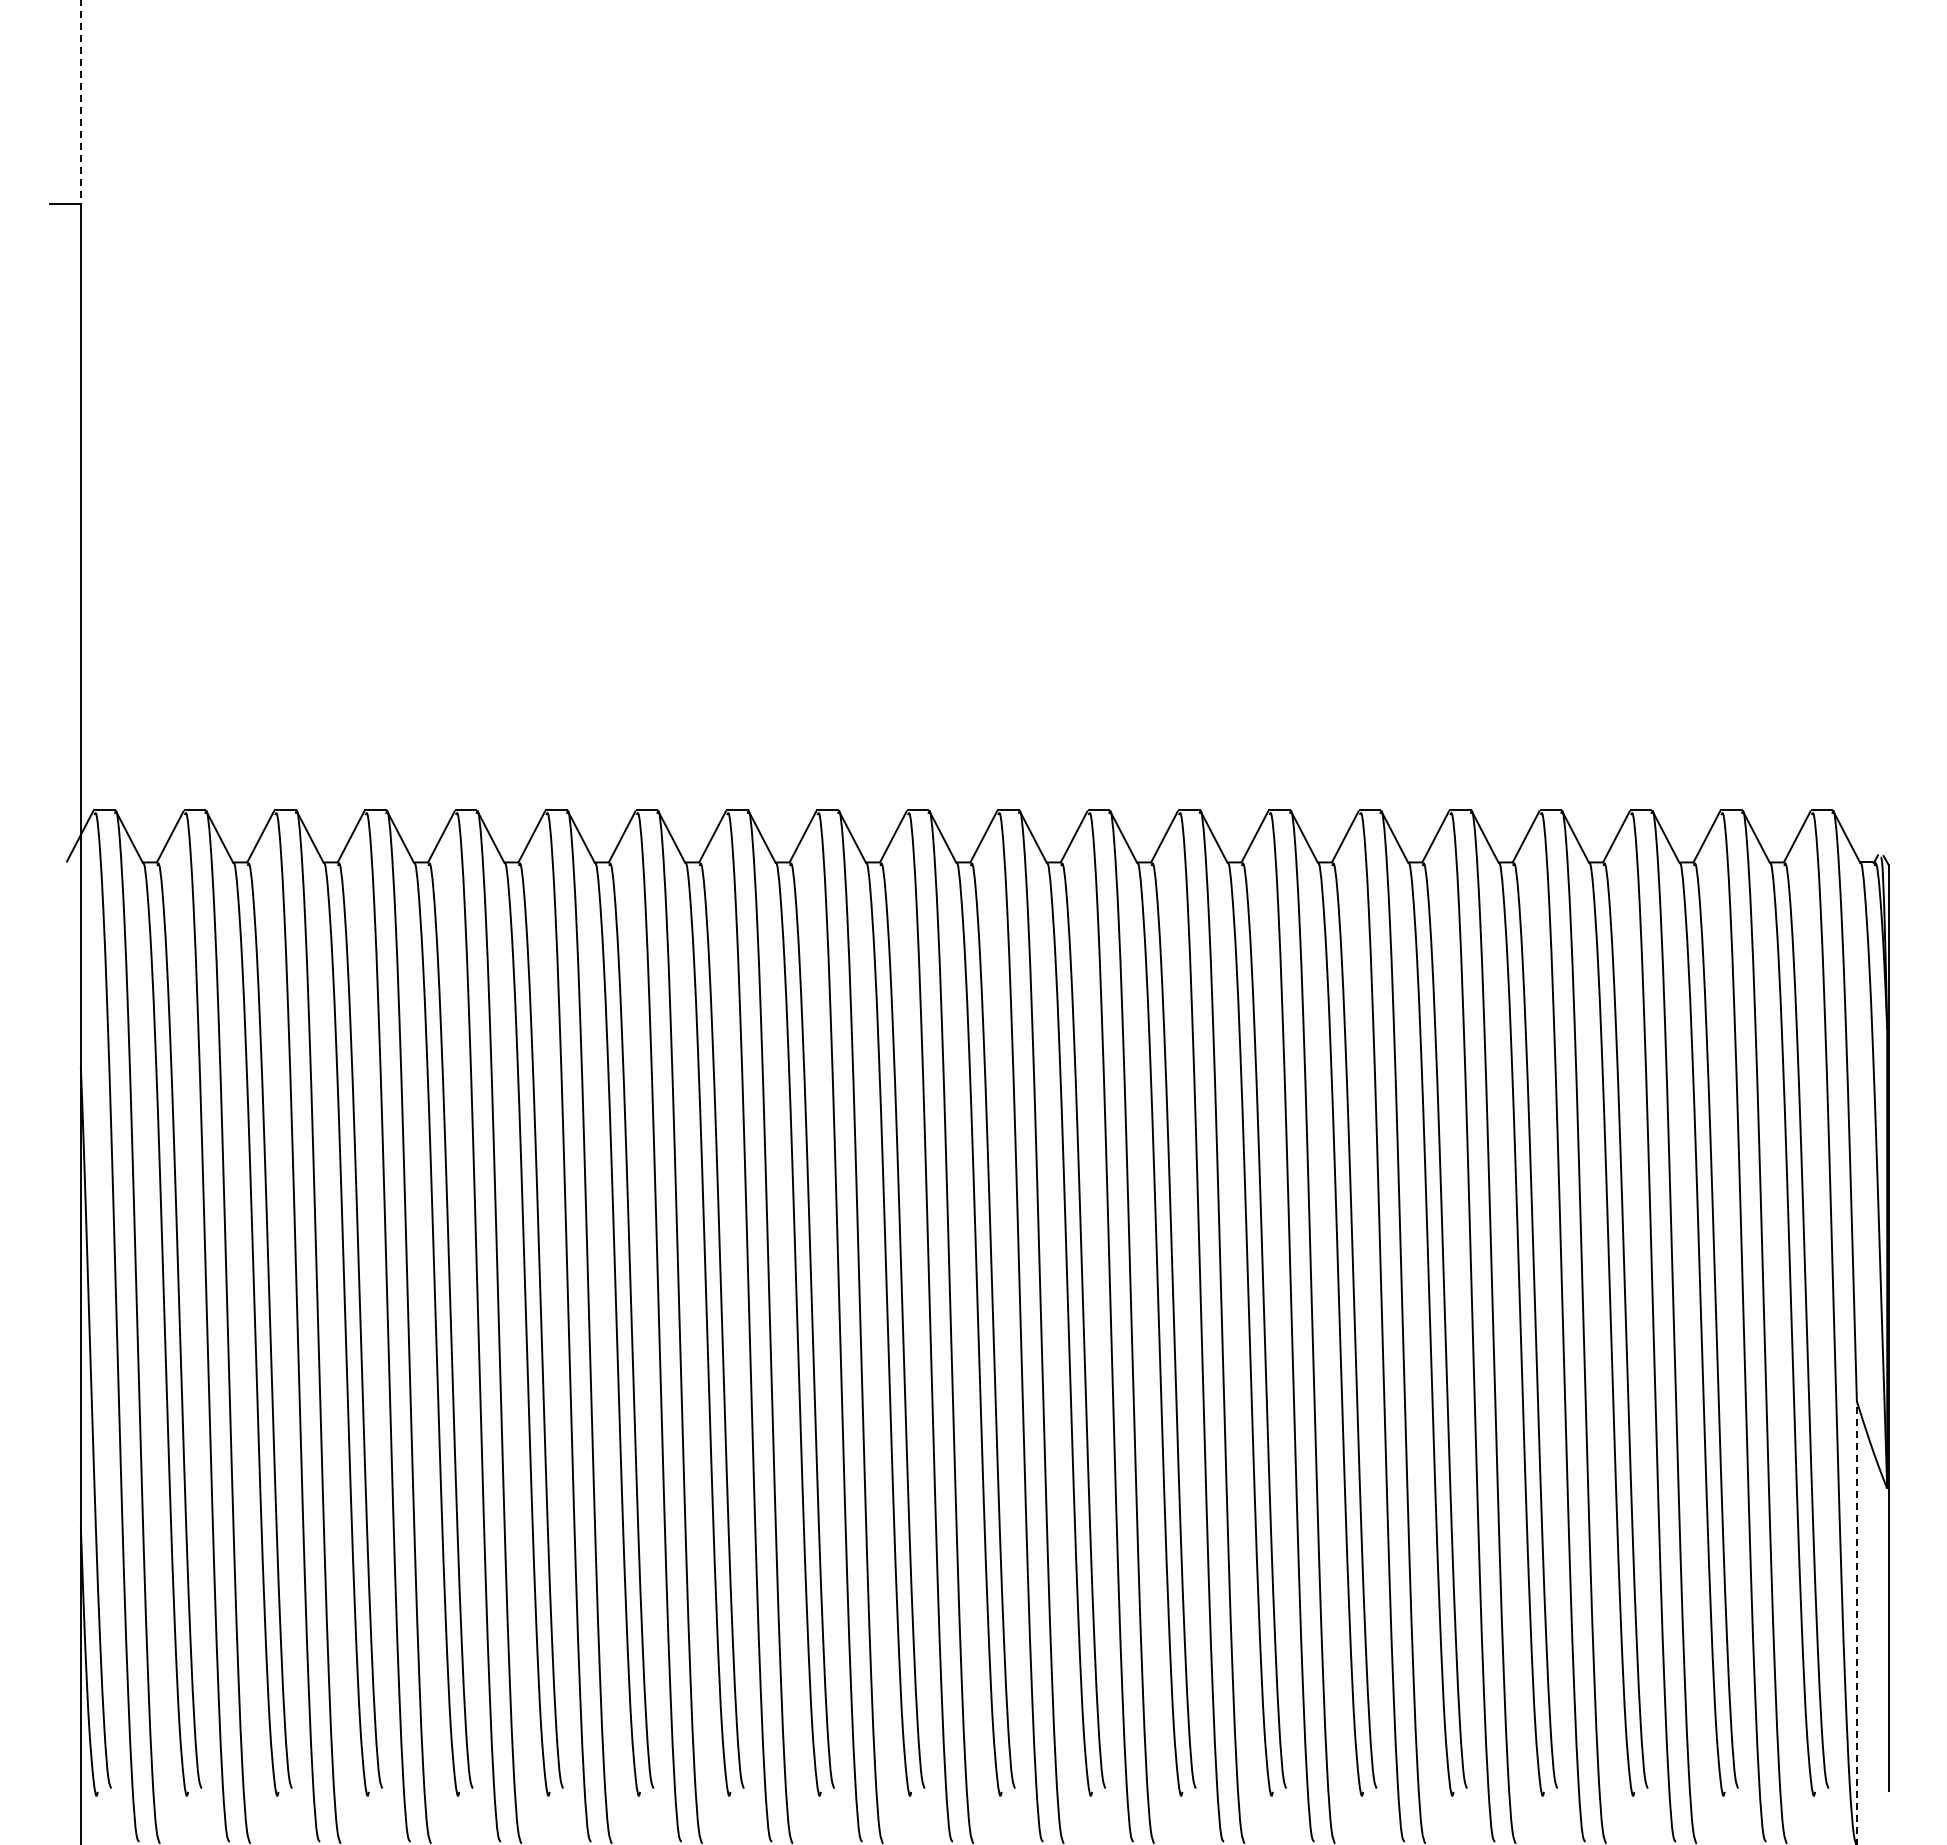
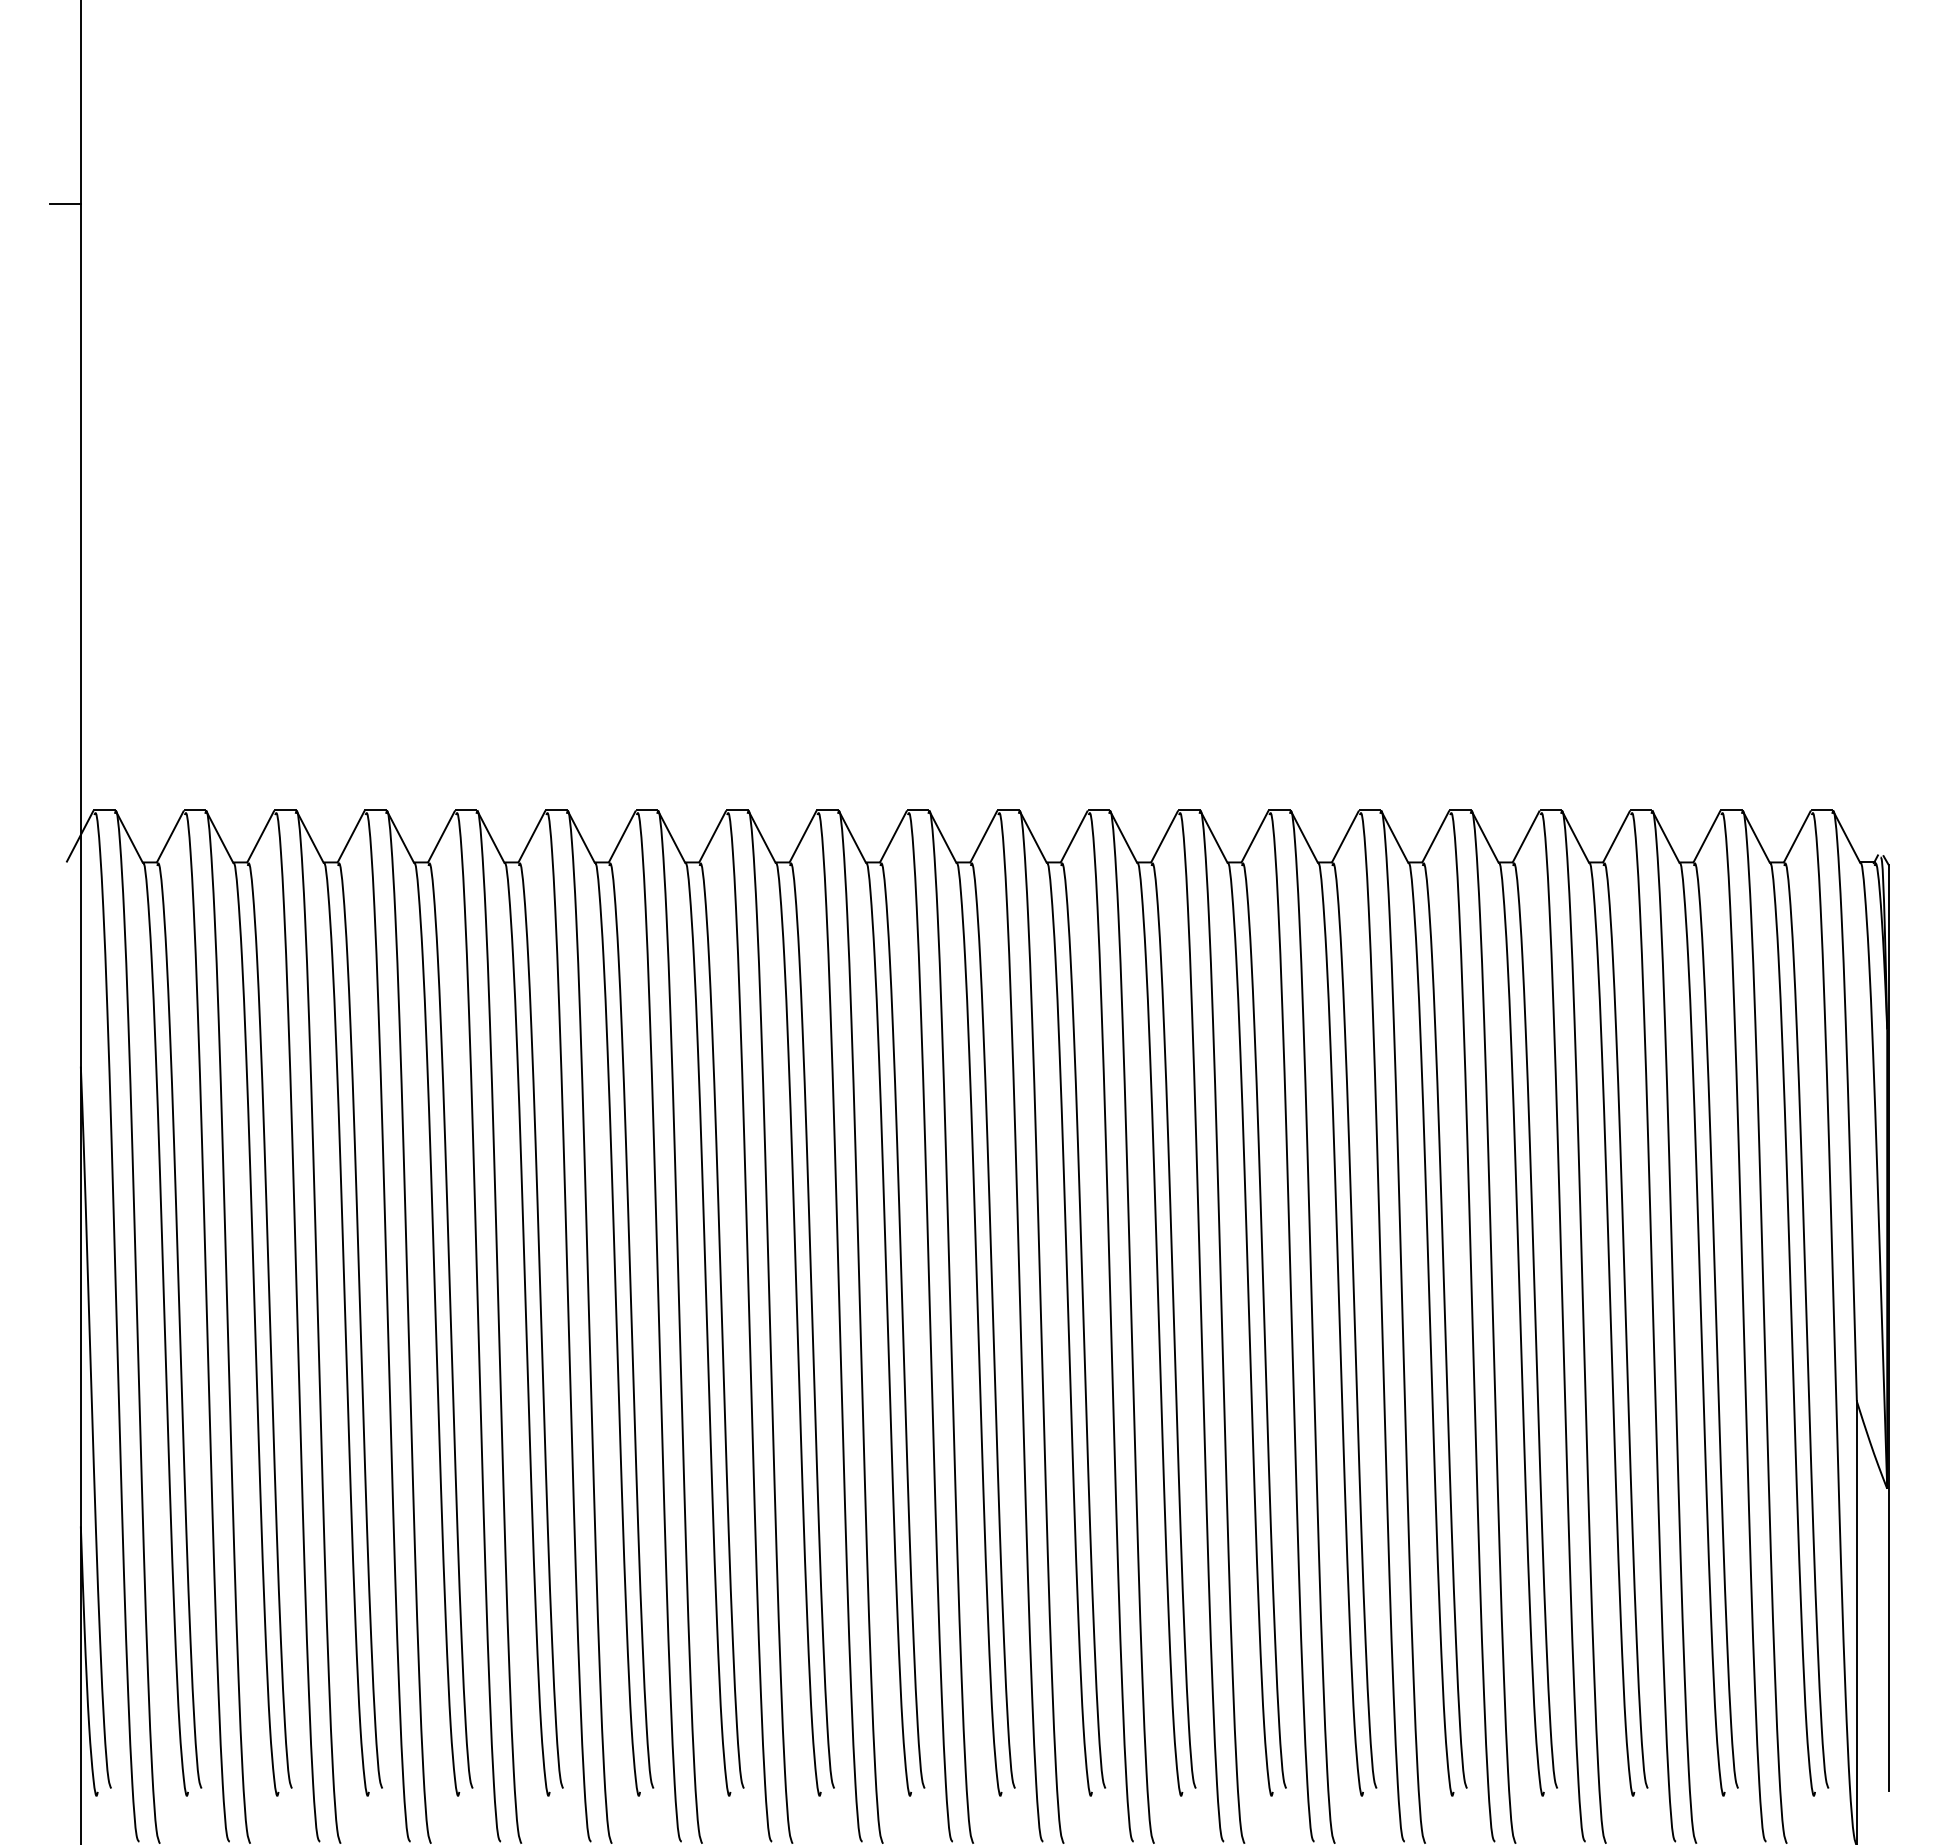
line at (80, 102): dashed -> solid
line at (1856, 1622): dashed -> solid
